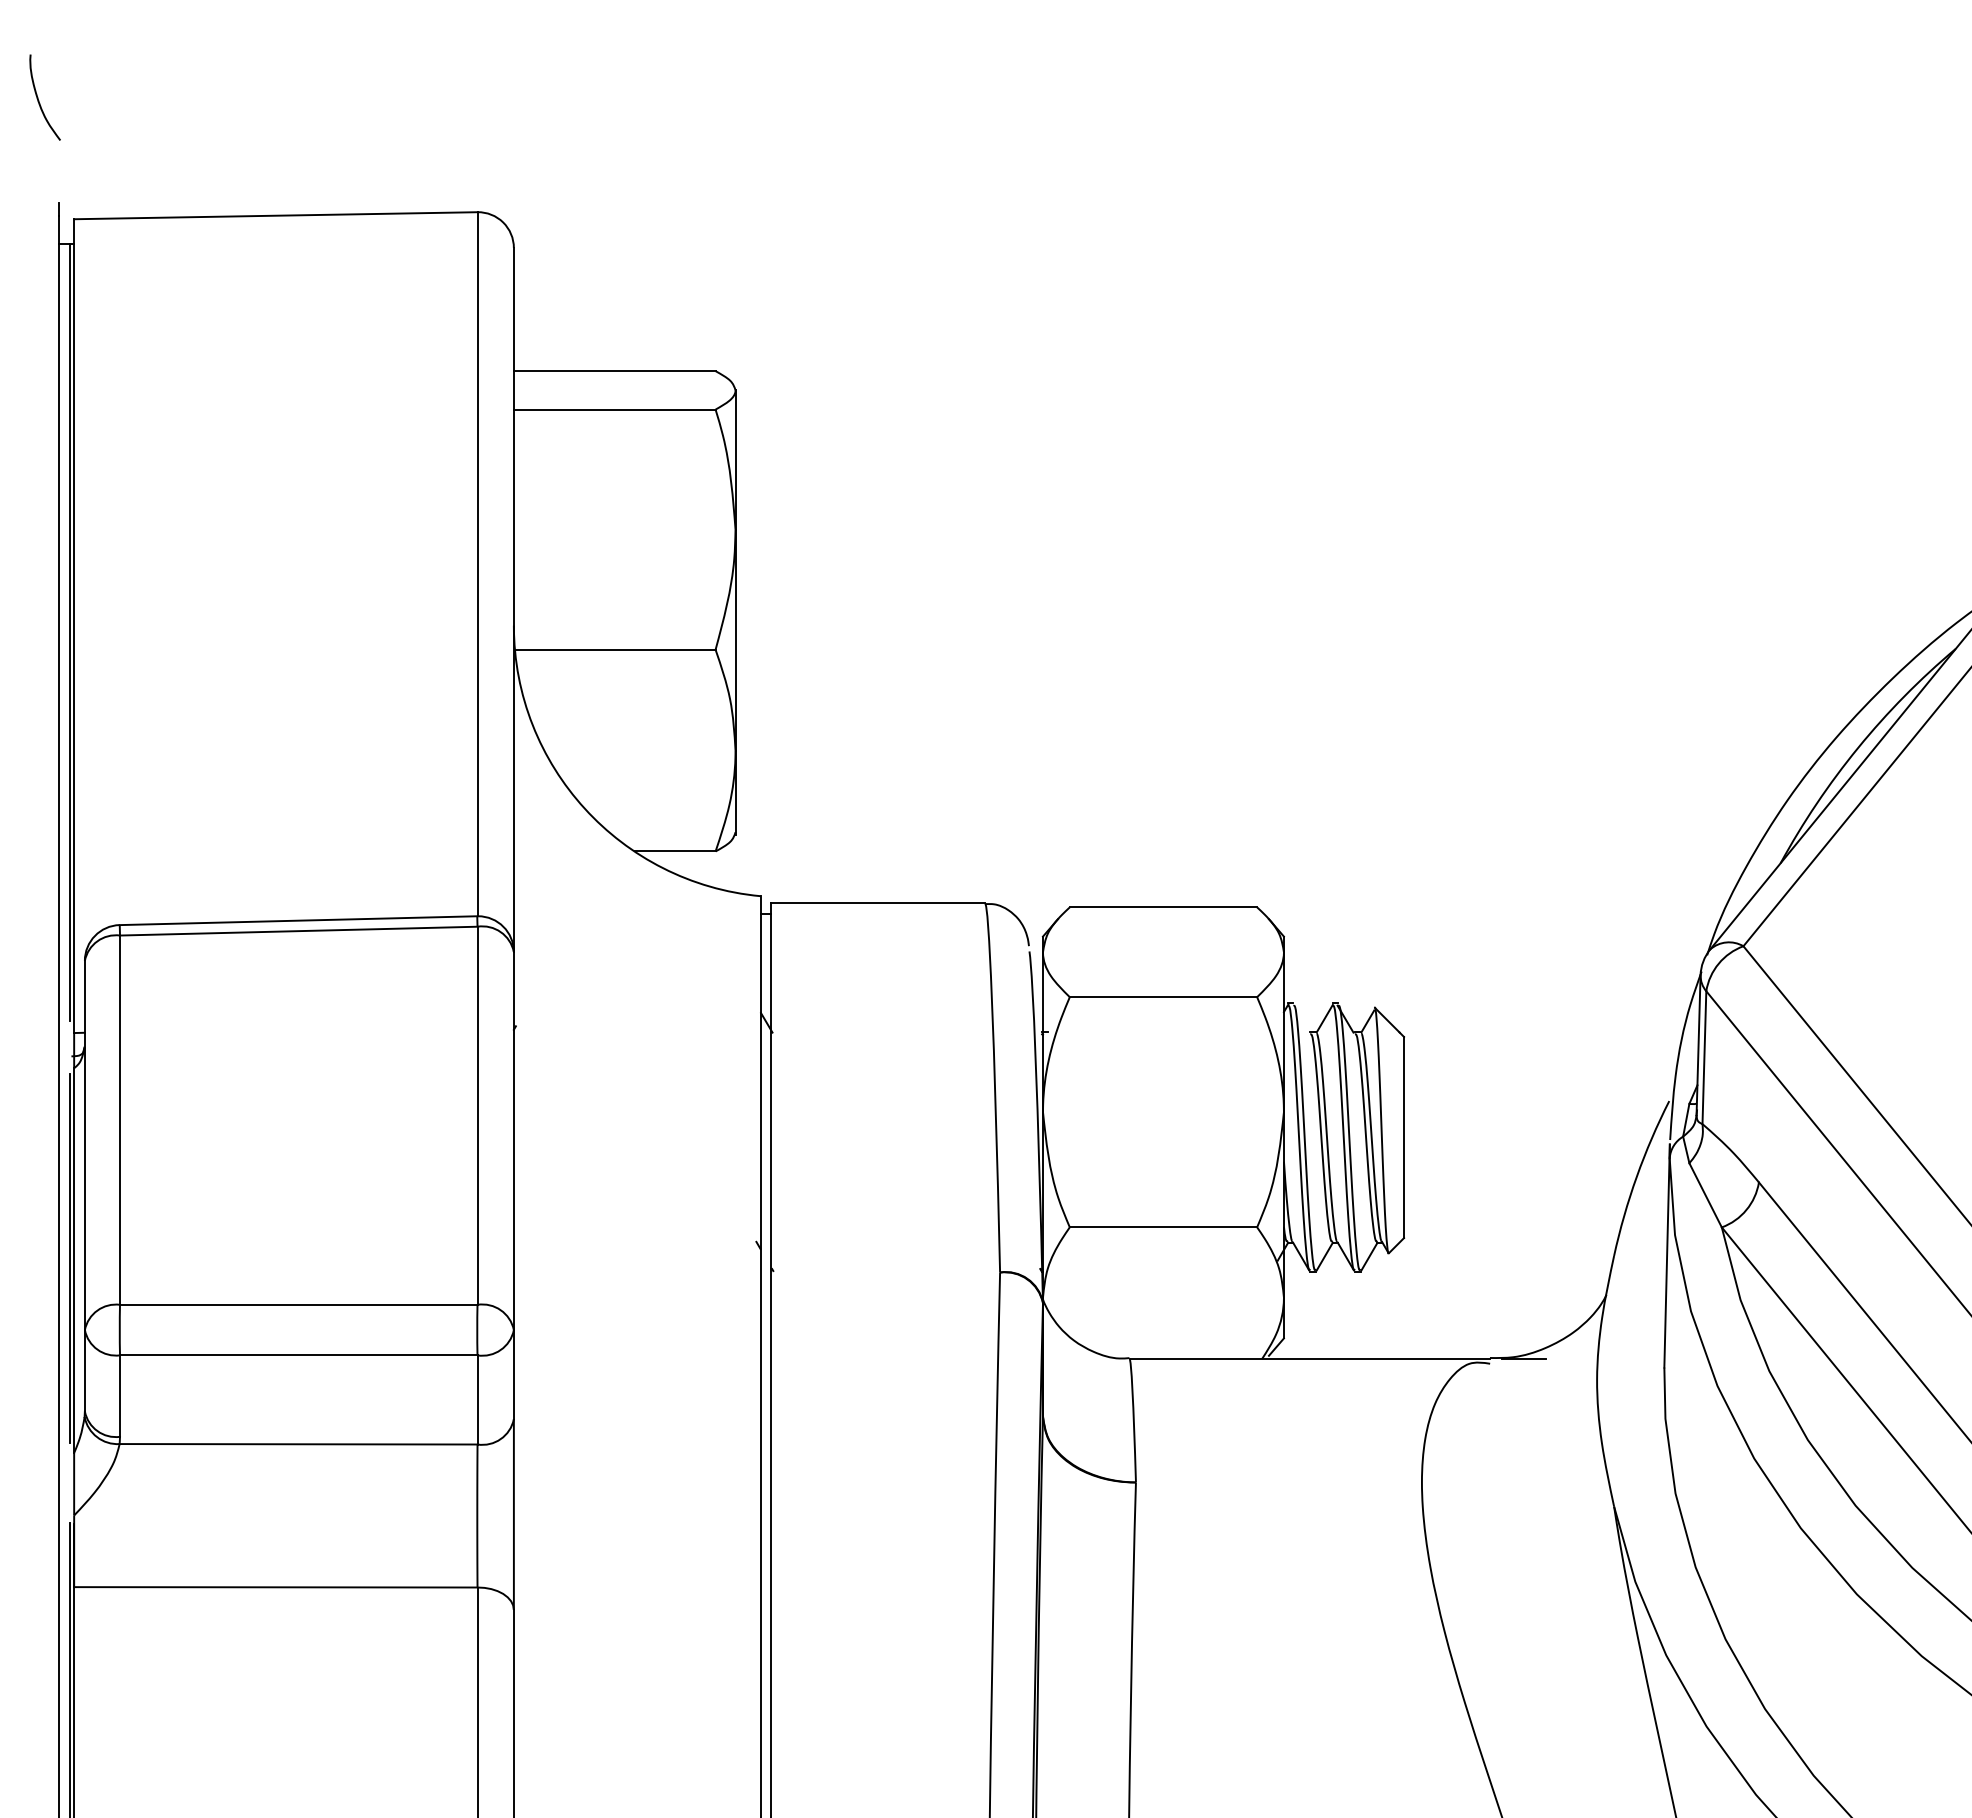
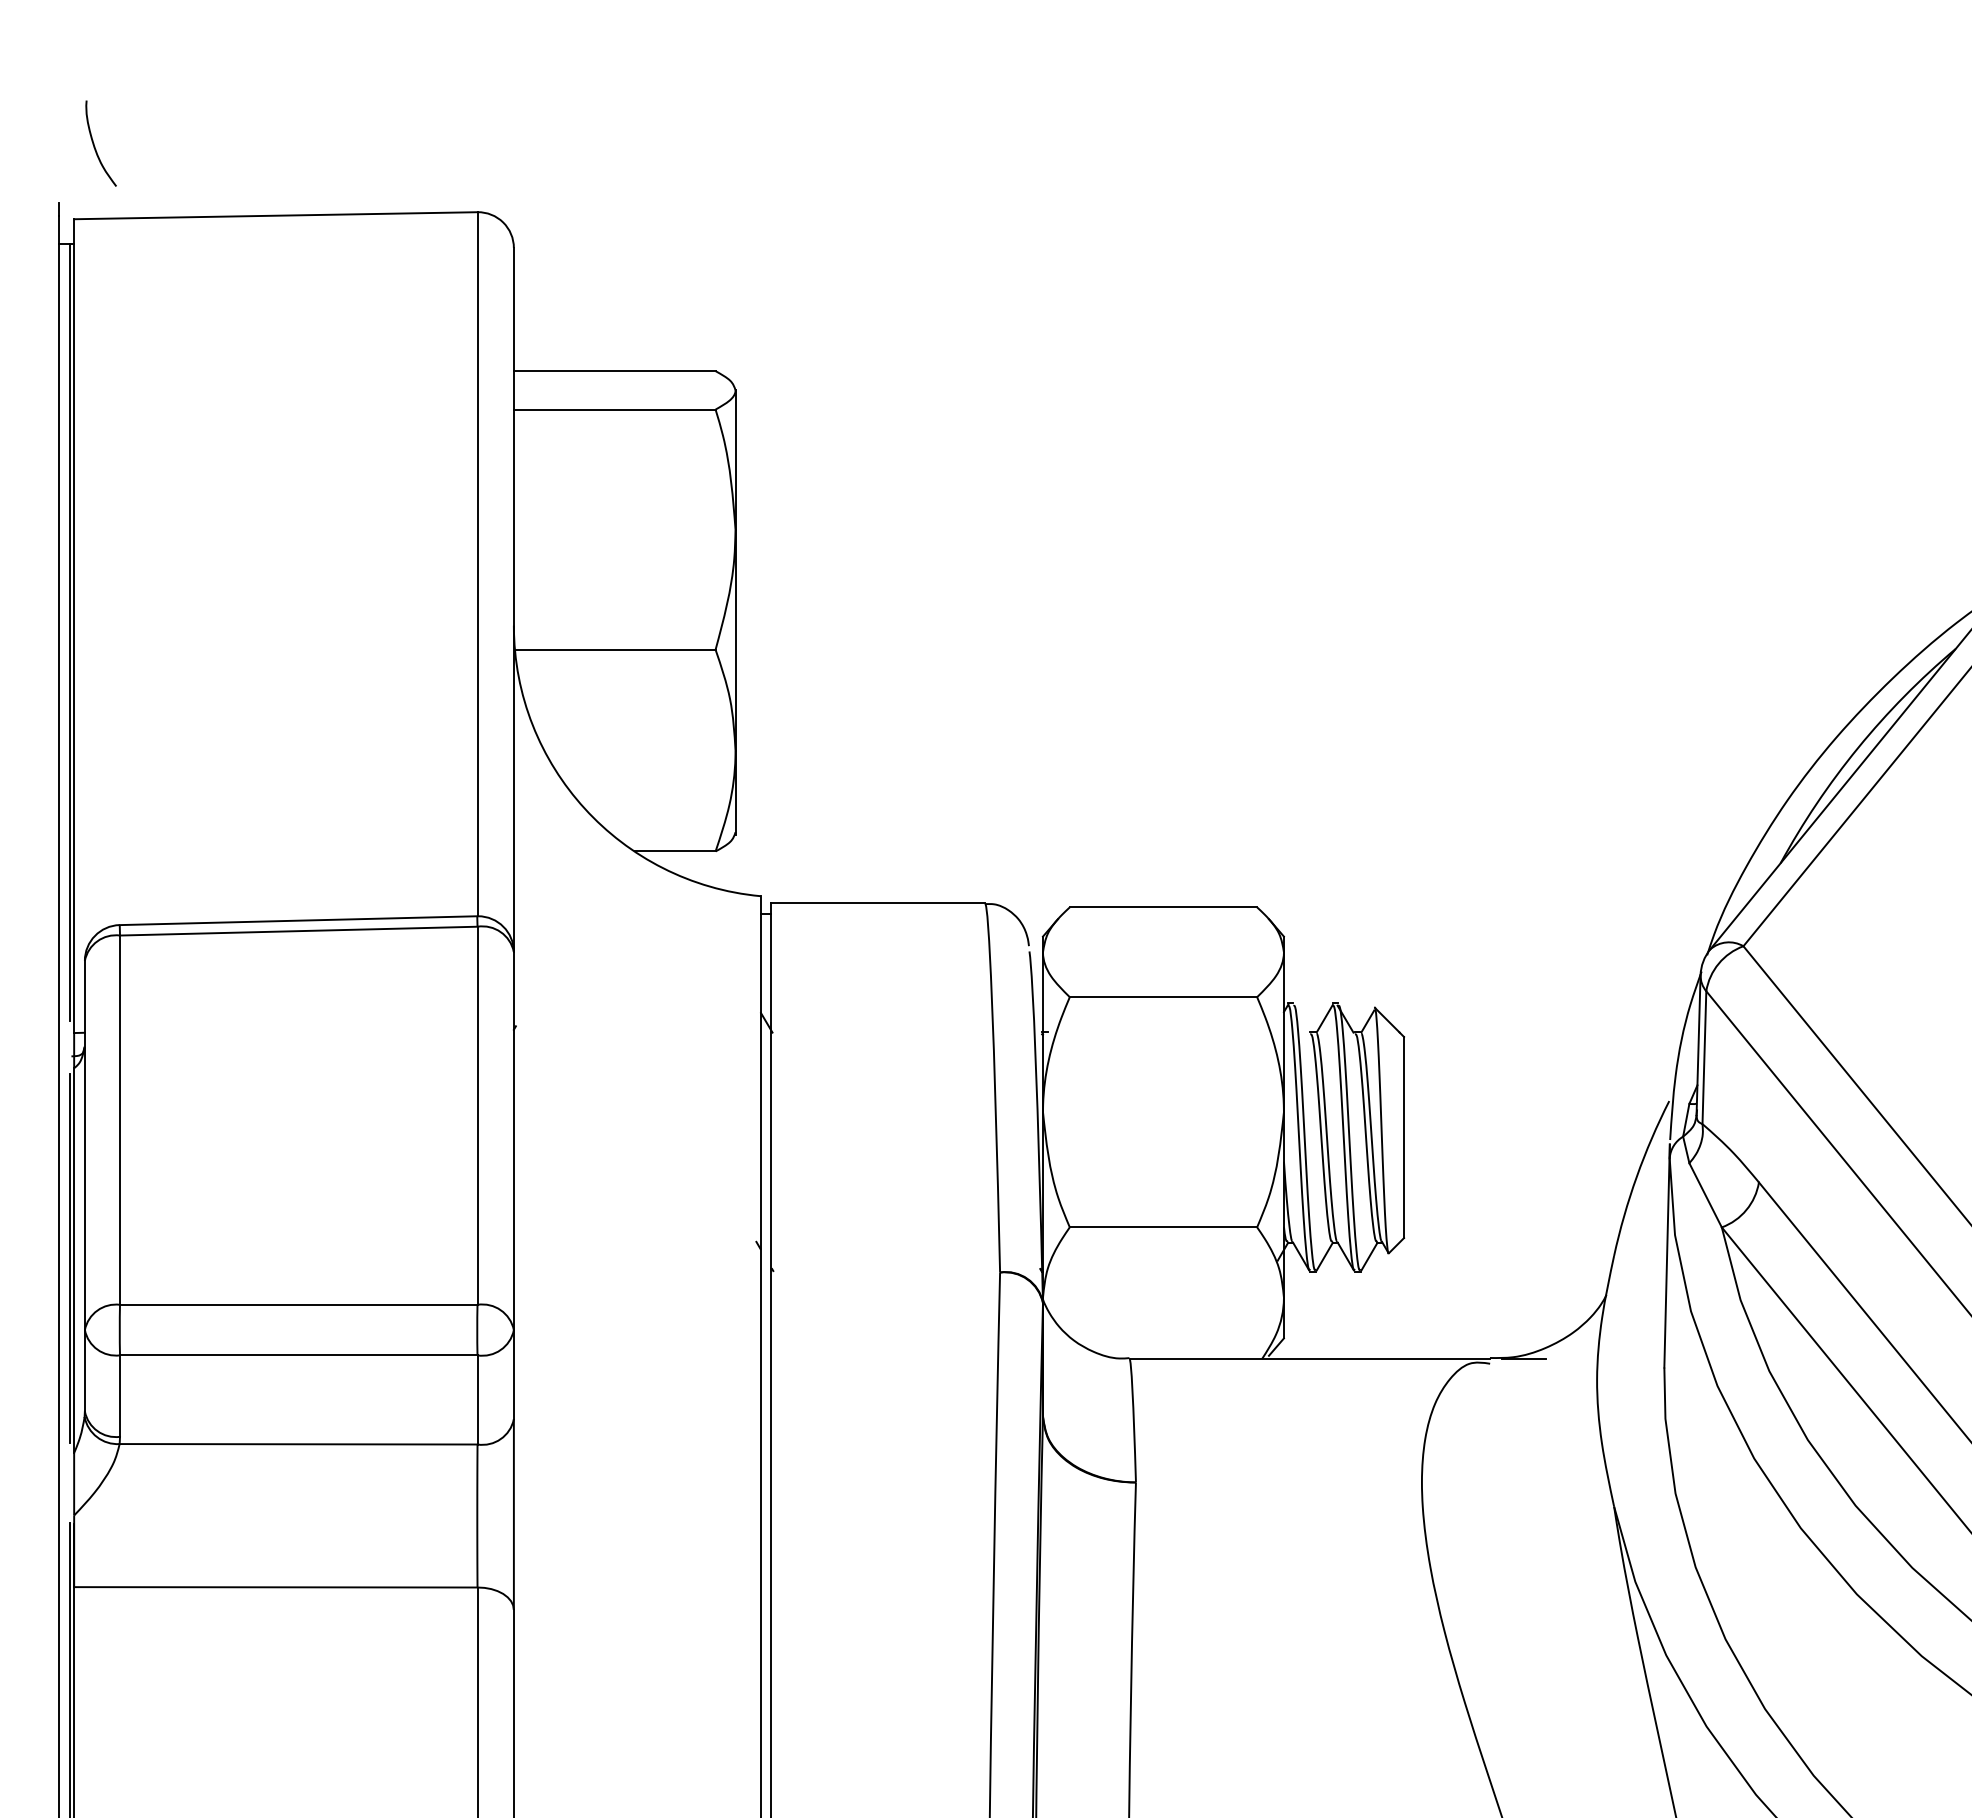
curve at (39, 100) position: (39, 100) -> (95, 146)
